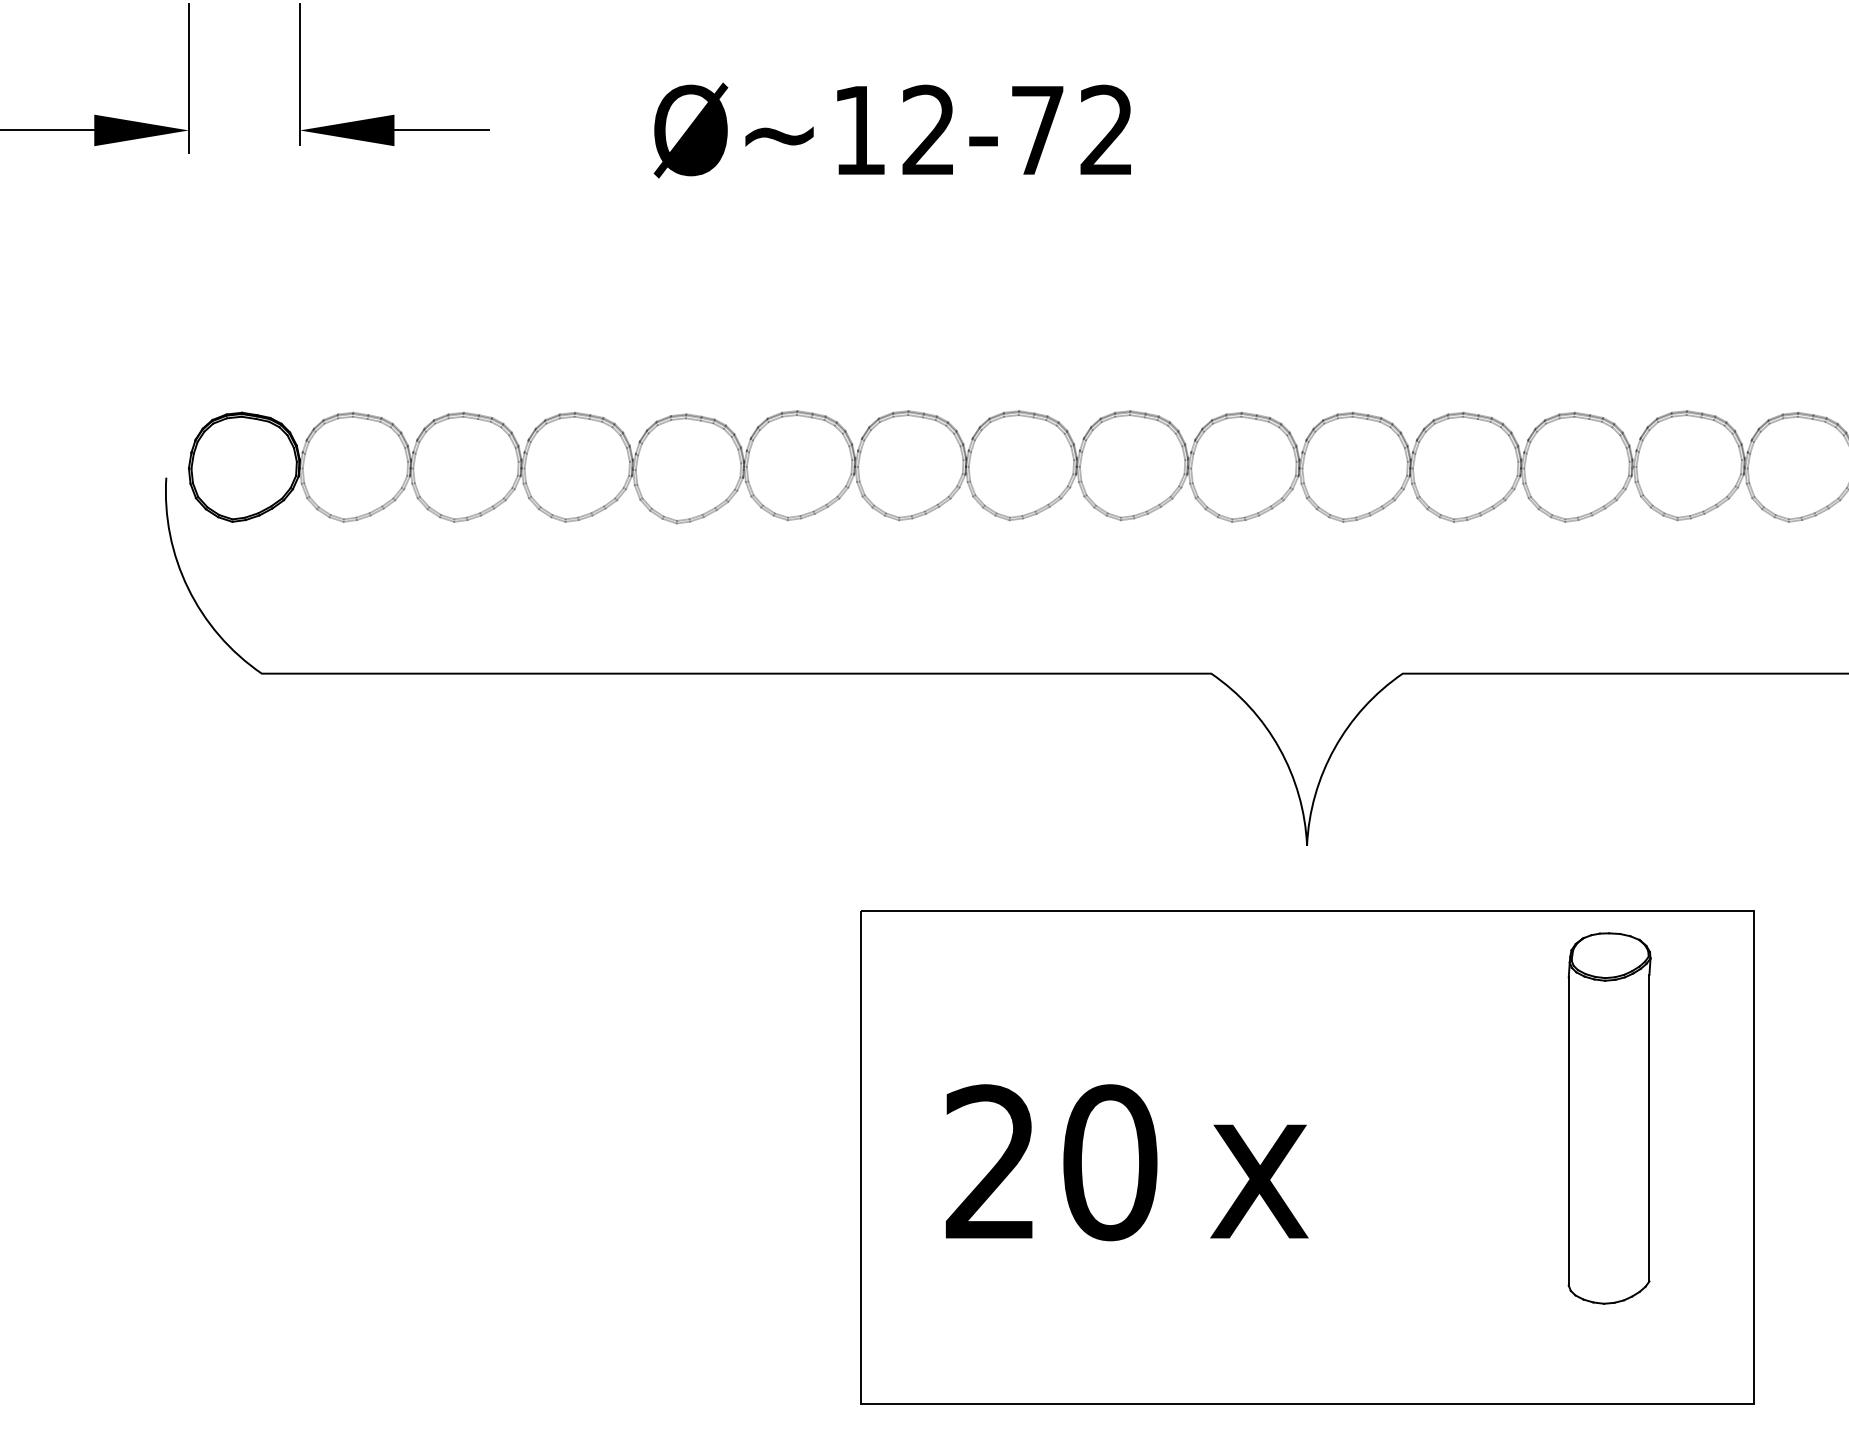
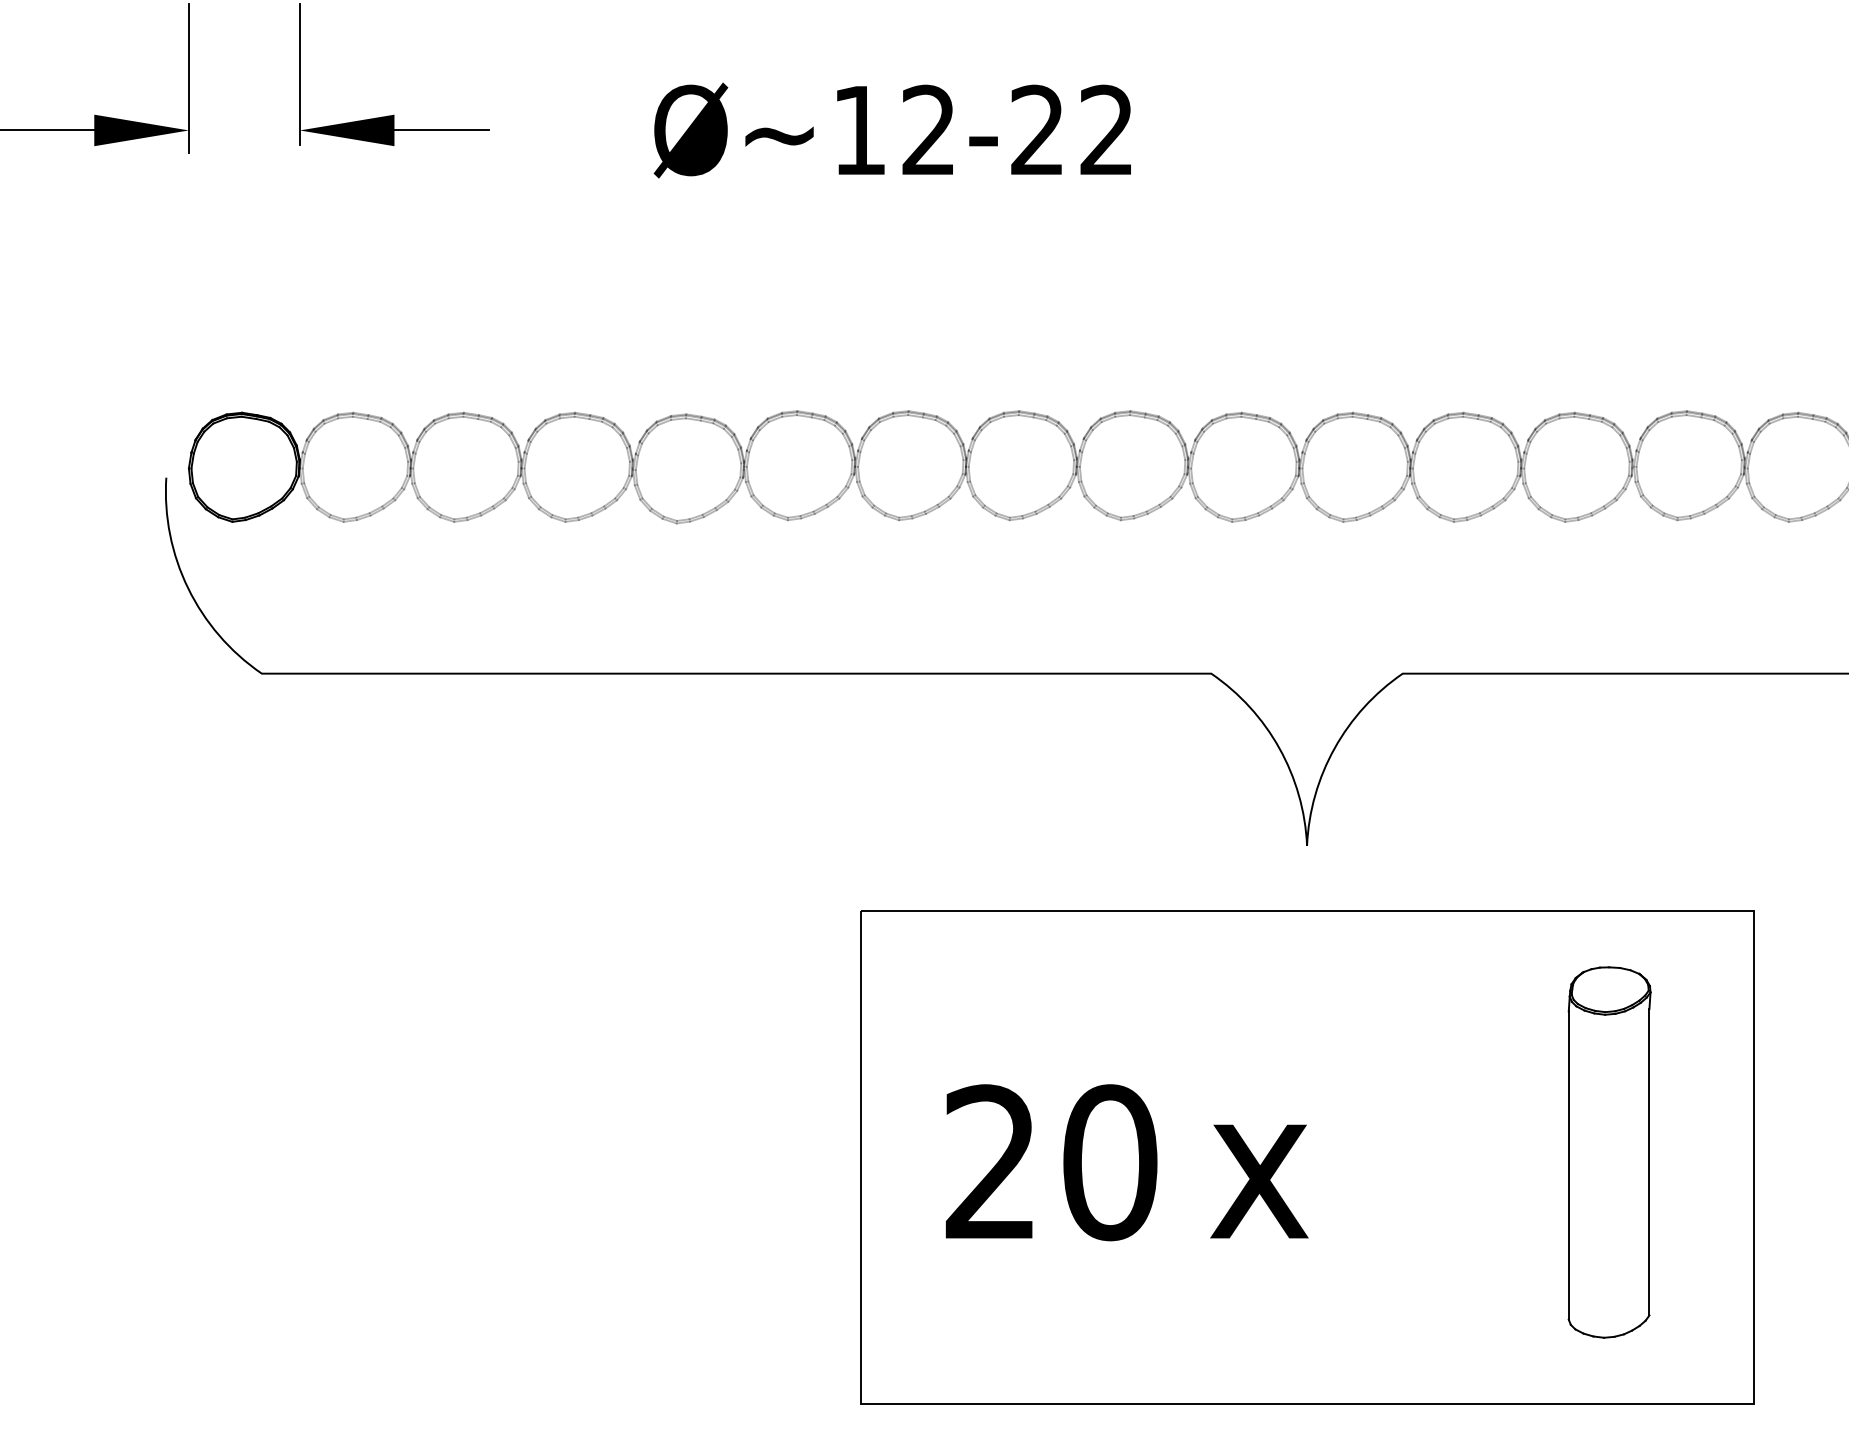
text at (1037, 129): Ø~12-72 -> Ø~12-22
part at (1609, 1118) position: (1609, 1118) -> (1609, 1152)
